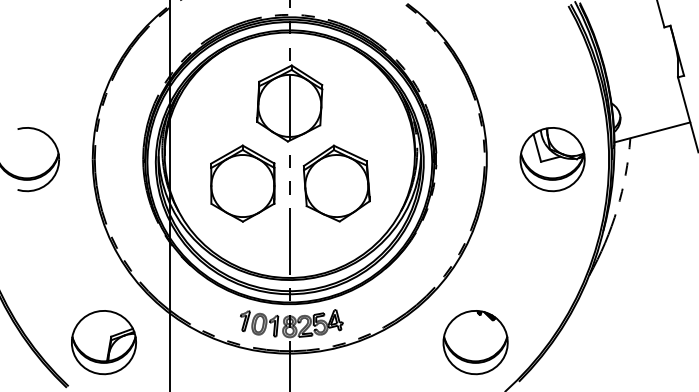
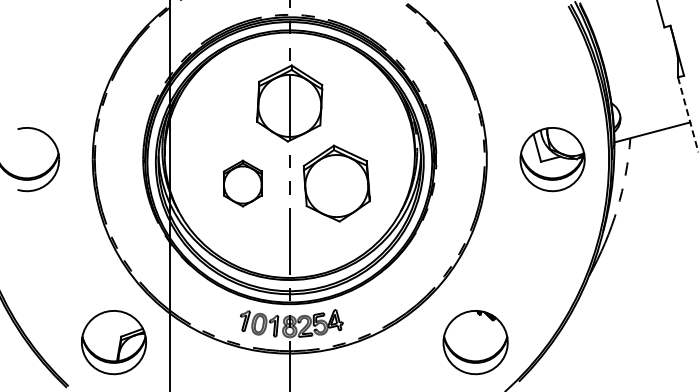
line at (688, 114): solid -> dashed
part at (242, 183) size: 66x79 px -> 41x49 px
part at (103, 342) position: (103, 342) -> (113, 342)
